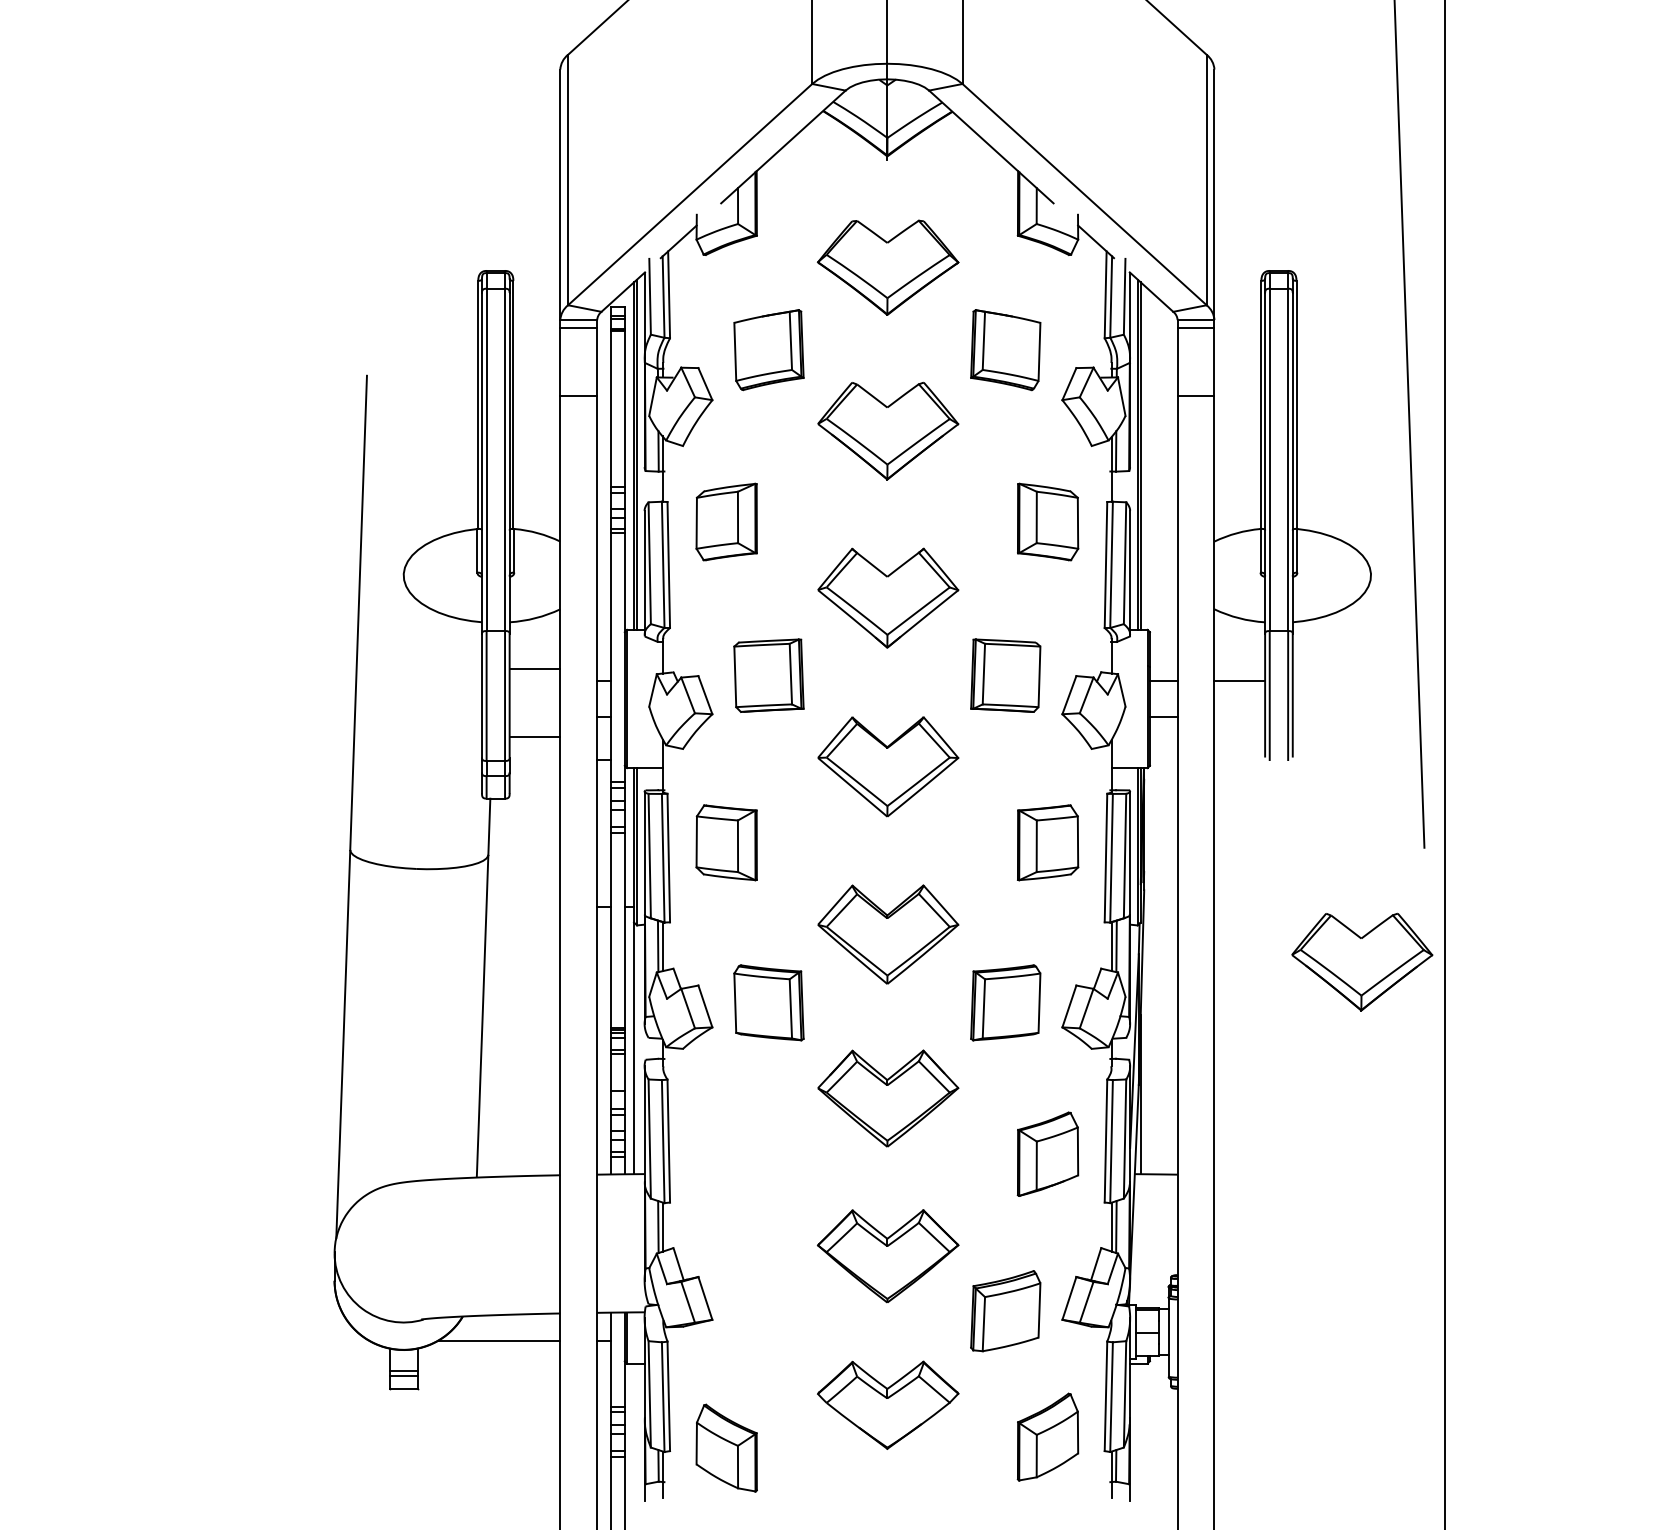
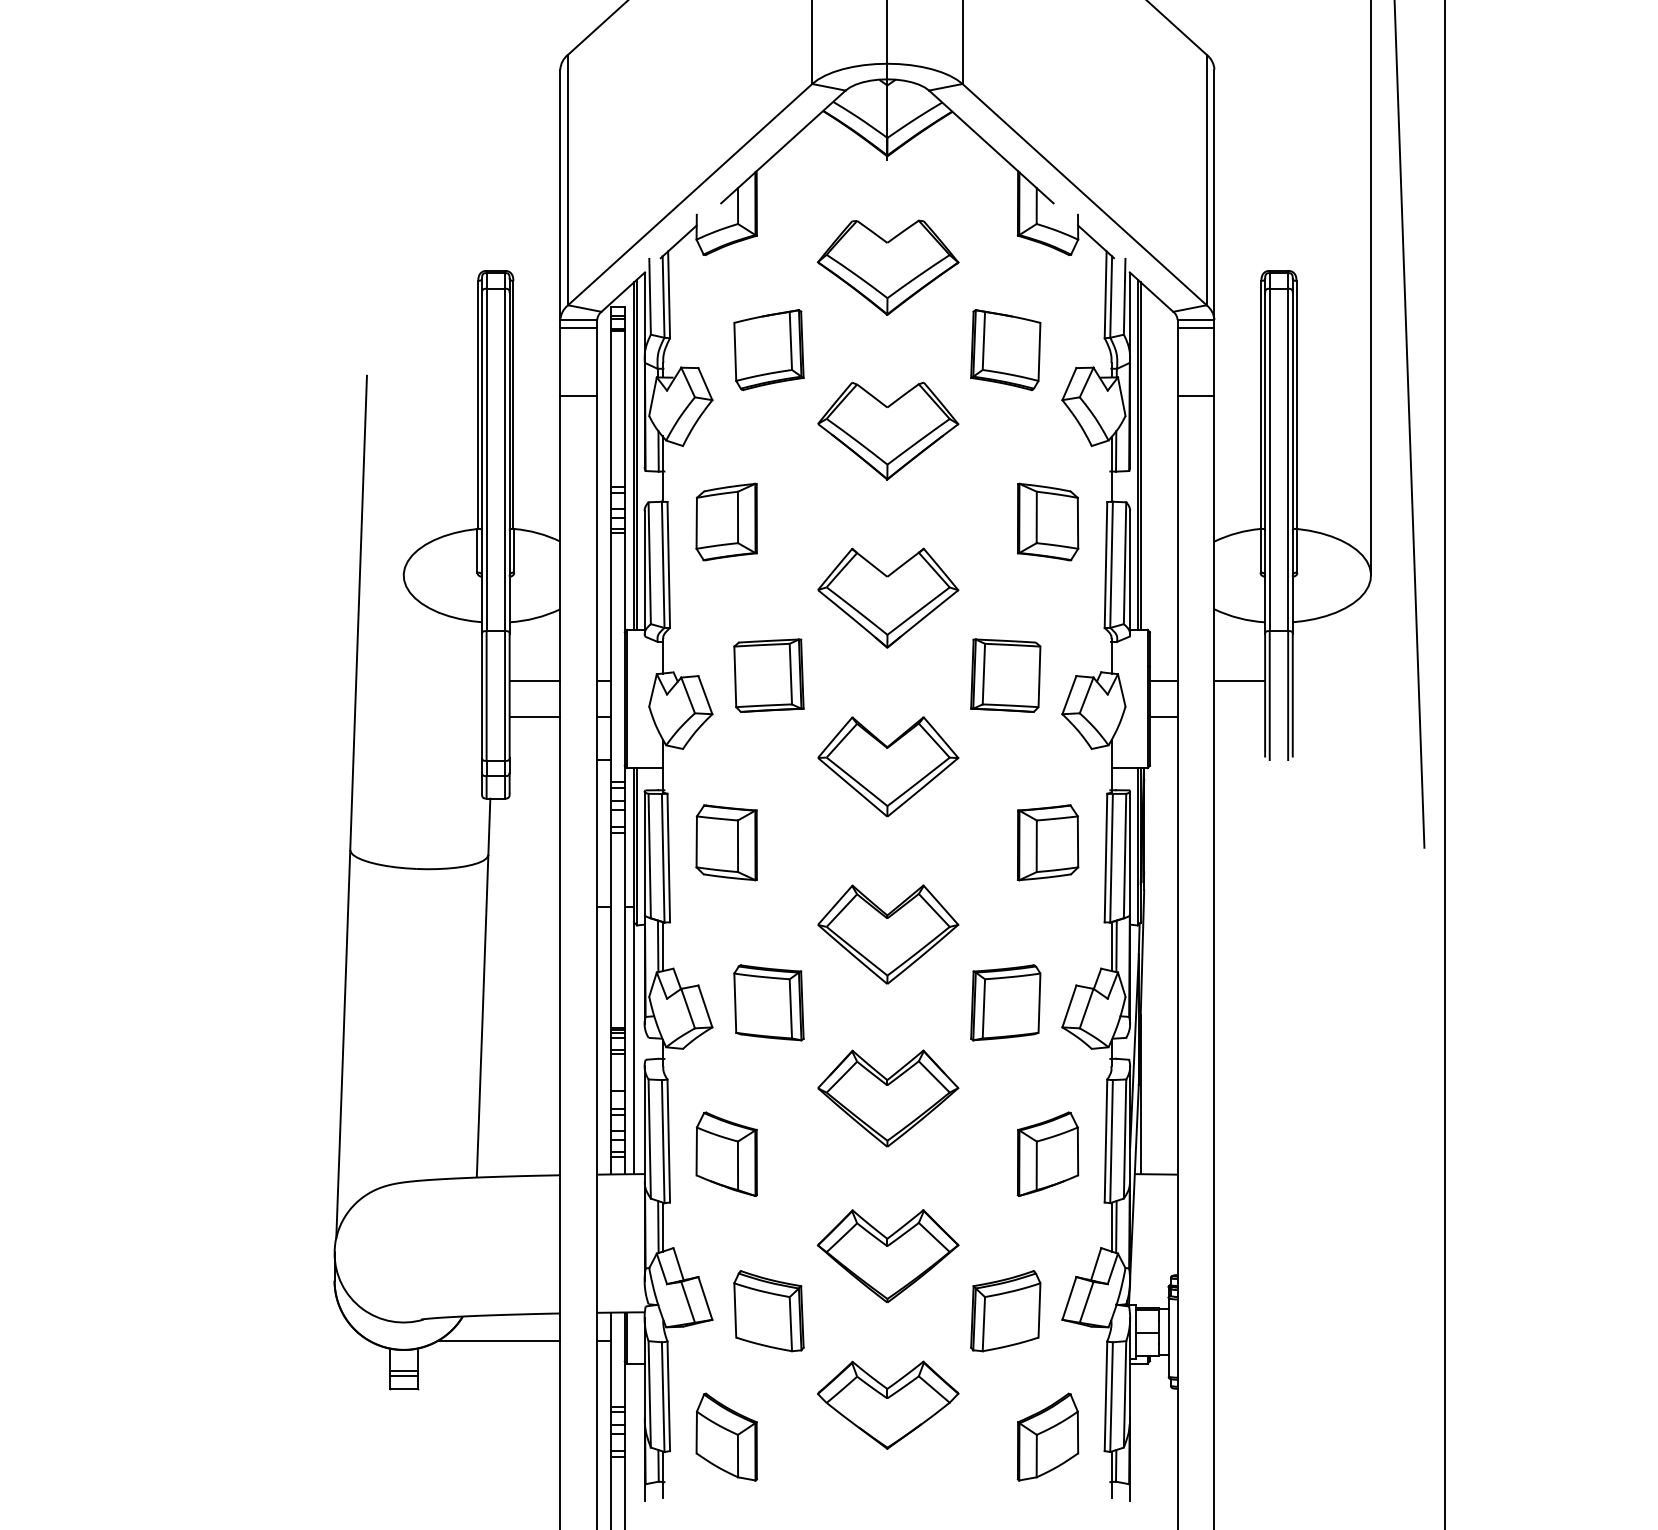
line at (1371, 288): none -> present
line at (534, 668) position: (534, 668) -> (534, 680)
line at (534, 737) position: (534, 737) -> (534, 717)
part at (1362, 961): present -> none
part at (726, 1153): none -> present
part at (768, 1311): none -> present
part at (726, 1447) position: (726, 1447) -> (726, 1436)
